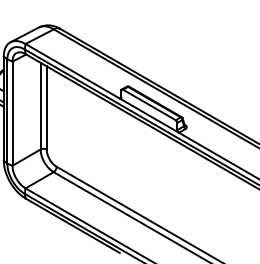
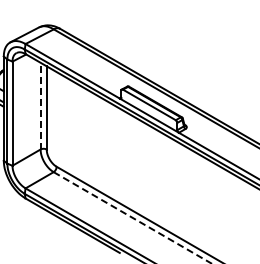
line at (40, 105): solid -> dashed
line at (133, 218): solid -> dashed
